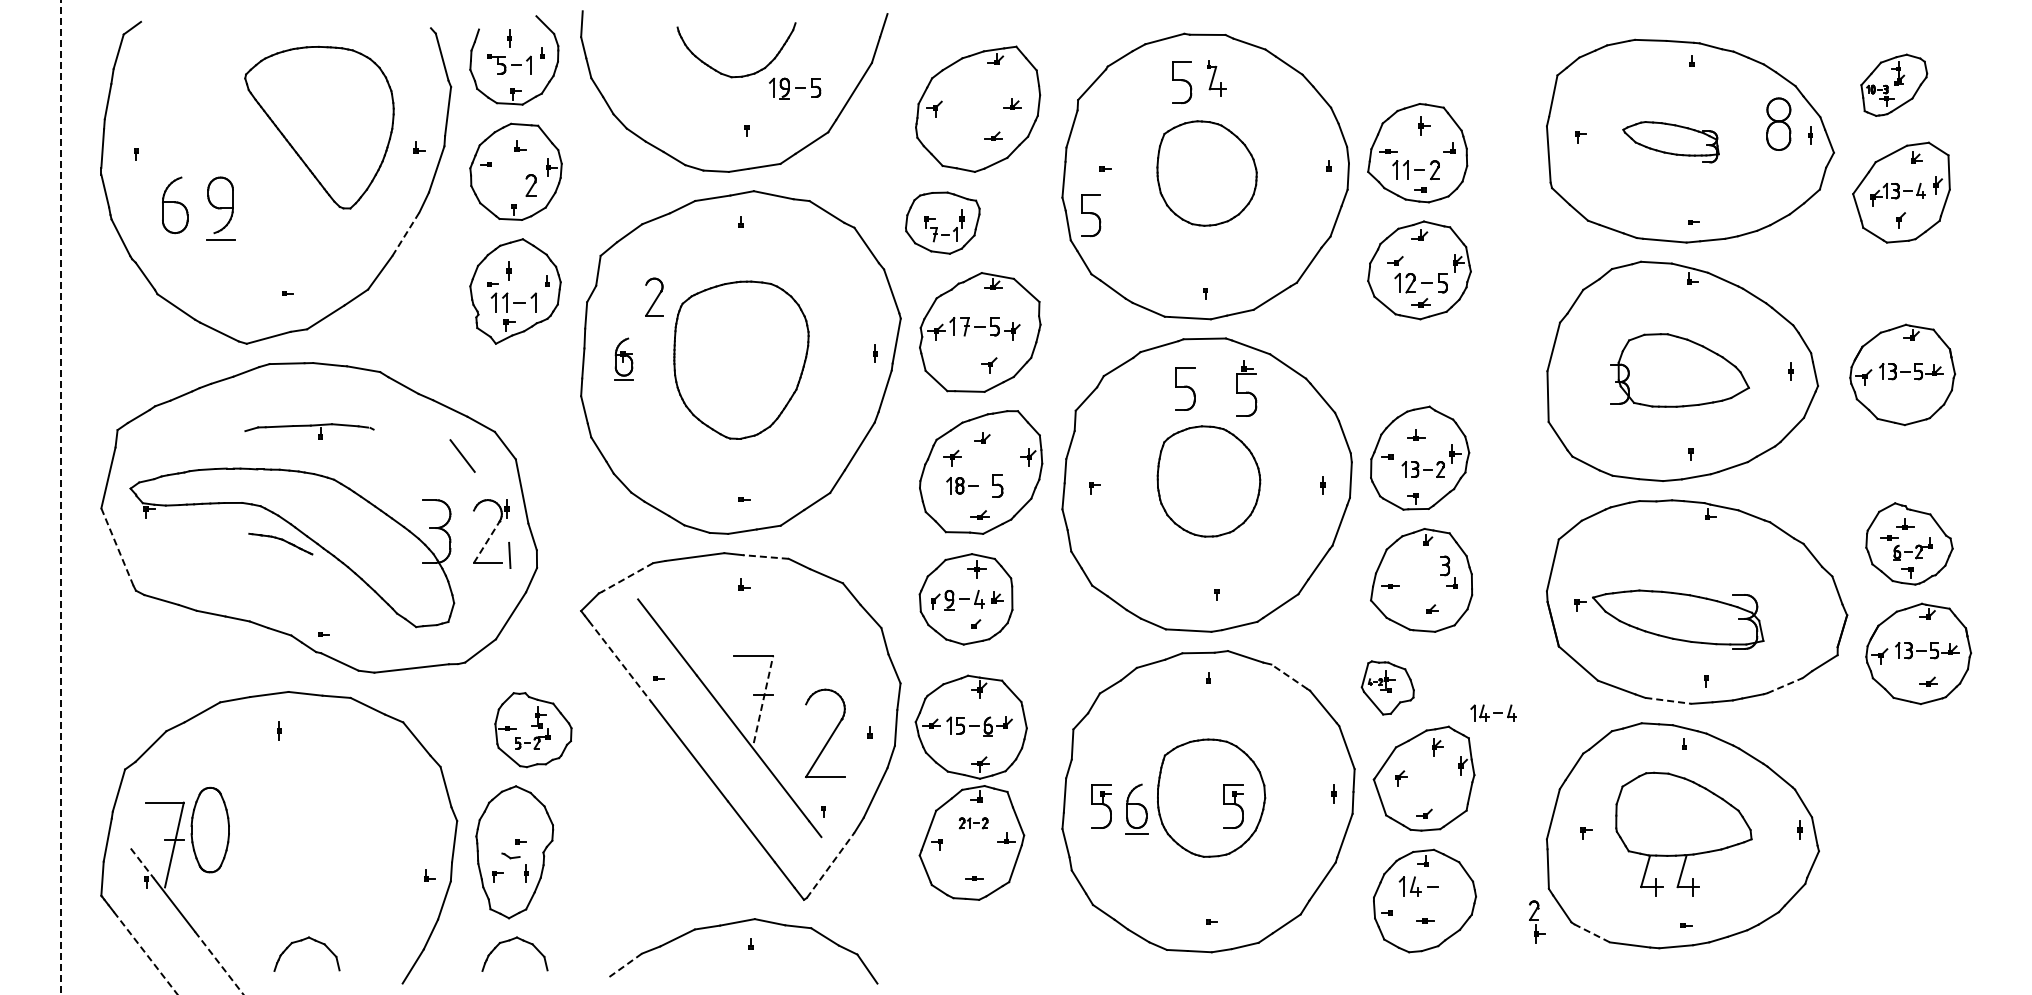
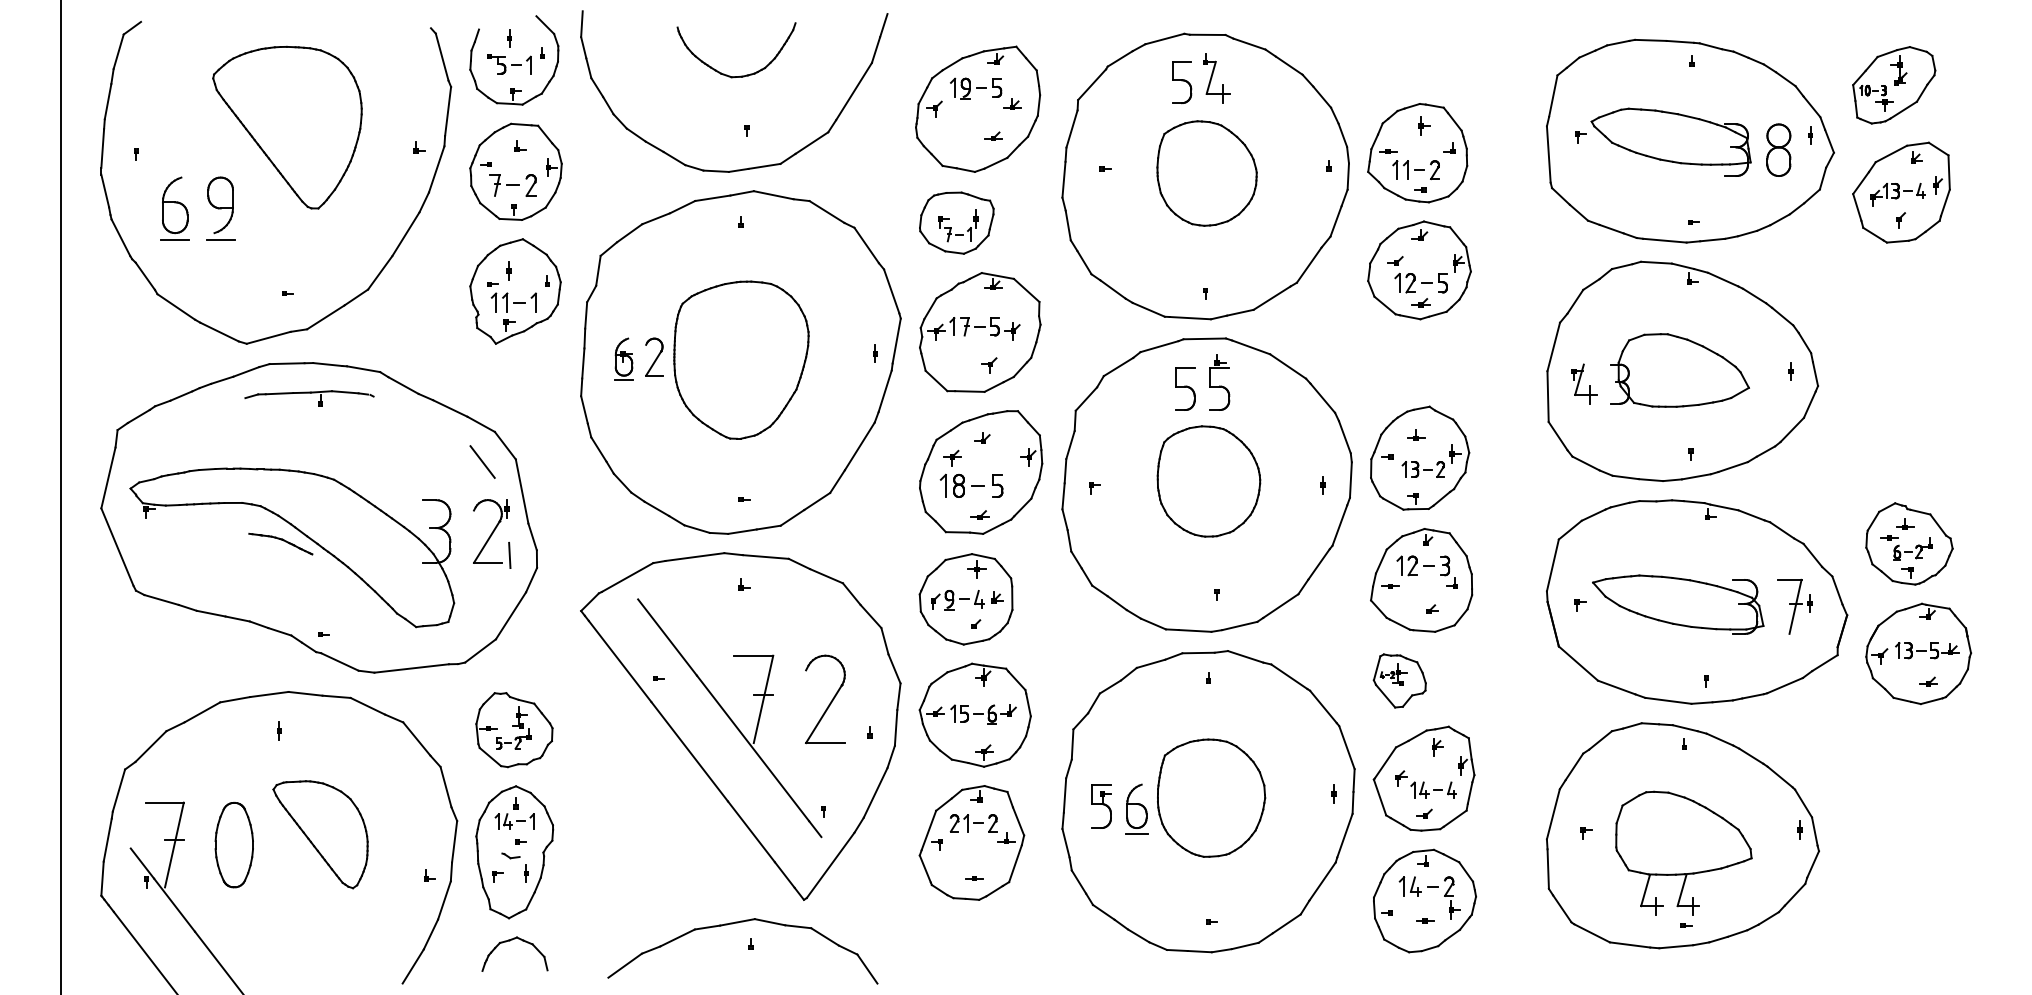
part at (1216, 78) size: 20x37 px -> 28x51 px
part at (1894, 84) size: 69x64 px -> 85x79 px
part at (795, 88) position: (795, 88) -> (976, 88)
part at (1778, 123) position: (1778, 123) -> (1778, 149)
part at (319, 127) position: (319, 127) -> (287, 127)
part at (1670, 142) size: 98x43 px -> 162x70 px
part at (504, 185): none -> present
part at (1091, 215): present -> none
part at (942, 222) position: (942, 222) -> (956, 222)
line at (405, 234): dashed -> solid
line at (175, 240): none -> present
part at (654, 296) position: (654, 296) -> (654, 356)
part at (1902, 374): present -> none
part at (1584, 383): none -> present
part at (1246, 388) position: (1246, 388) -> (1219, 382)
part at (309, 431) position: (309, 431) -> (309, 398)
line at (462, 455) position: (462, 455) -> (482, 461)
part at (962, 485) size: 33x18 px -> 46x25 px
line at (60, 497): dashed -> solid
line at (487, 541): dashed -> solid
line at (117, 547): dashed -> solid
line at (765, 556): dashed -> solid
part at (1415, 565): none -> present
line at (627, 577): dashed -> solid
part at (1794, 606): none -> present
part at (1678, 619) position: (1678, 619) -> (1678, 604)
line at (620, 661): dashed -> solid
line at (1289, 676): dashed -> solid
line at (1785, 685): dashed -> solid
part at (1387, 687) position: (1387, 687) -> (1399, 680)
line at (763, 699): dashed -> solid
line at (1668, 700): dashed -> solid
part at (1493, 712) position: (1493, 712) -> (1433, 789)
part at (970, 726) position: (970, 726) -> (974, 714)
part at (533, 730) position: (533, 730) -> (514, 730)
part at (825, 733) position: (825, 733) -> (825, 699)
part at (1233, 806): present -> none
part at (514, 813): none -> present
part at (973, 823) size: 31x13 px -> 49x19 px
part at (209, 829) position: (209, 829) -> (233, 844)
part at (1683, 833) position: (1683, 833) -> (1683, 852)
part at (320, 834): none -> present
line at (142, 863): dashed -> solid
line at (830, 864): dashed -> solid
part at (1537, 921) position: (1537, 921) -> (1452, 897)
line at (1592, 933): dashed -> solid
part at (302, 941): present -> none
line at (146, 953): dashed -> solid
line at (219, 963): dashed -> solid
line at (625, 965): dashed -> solid
